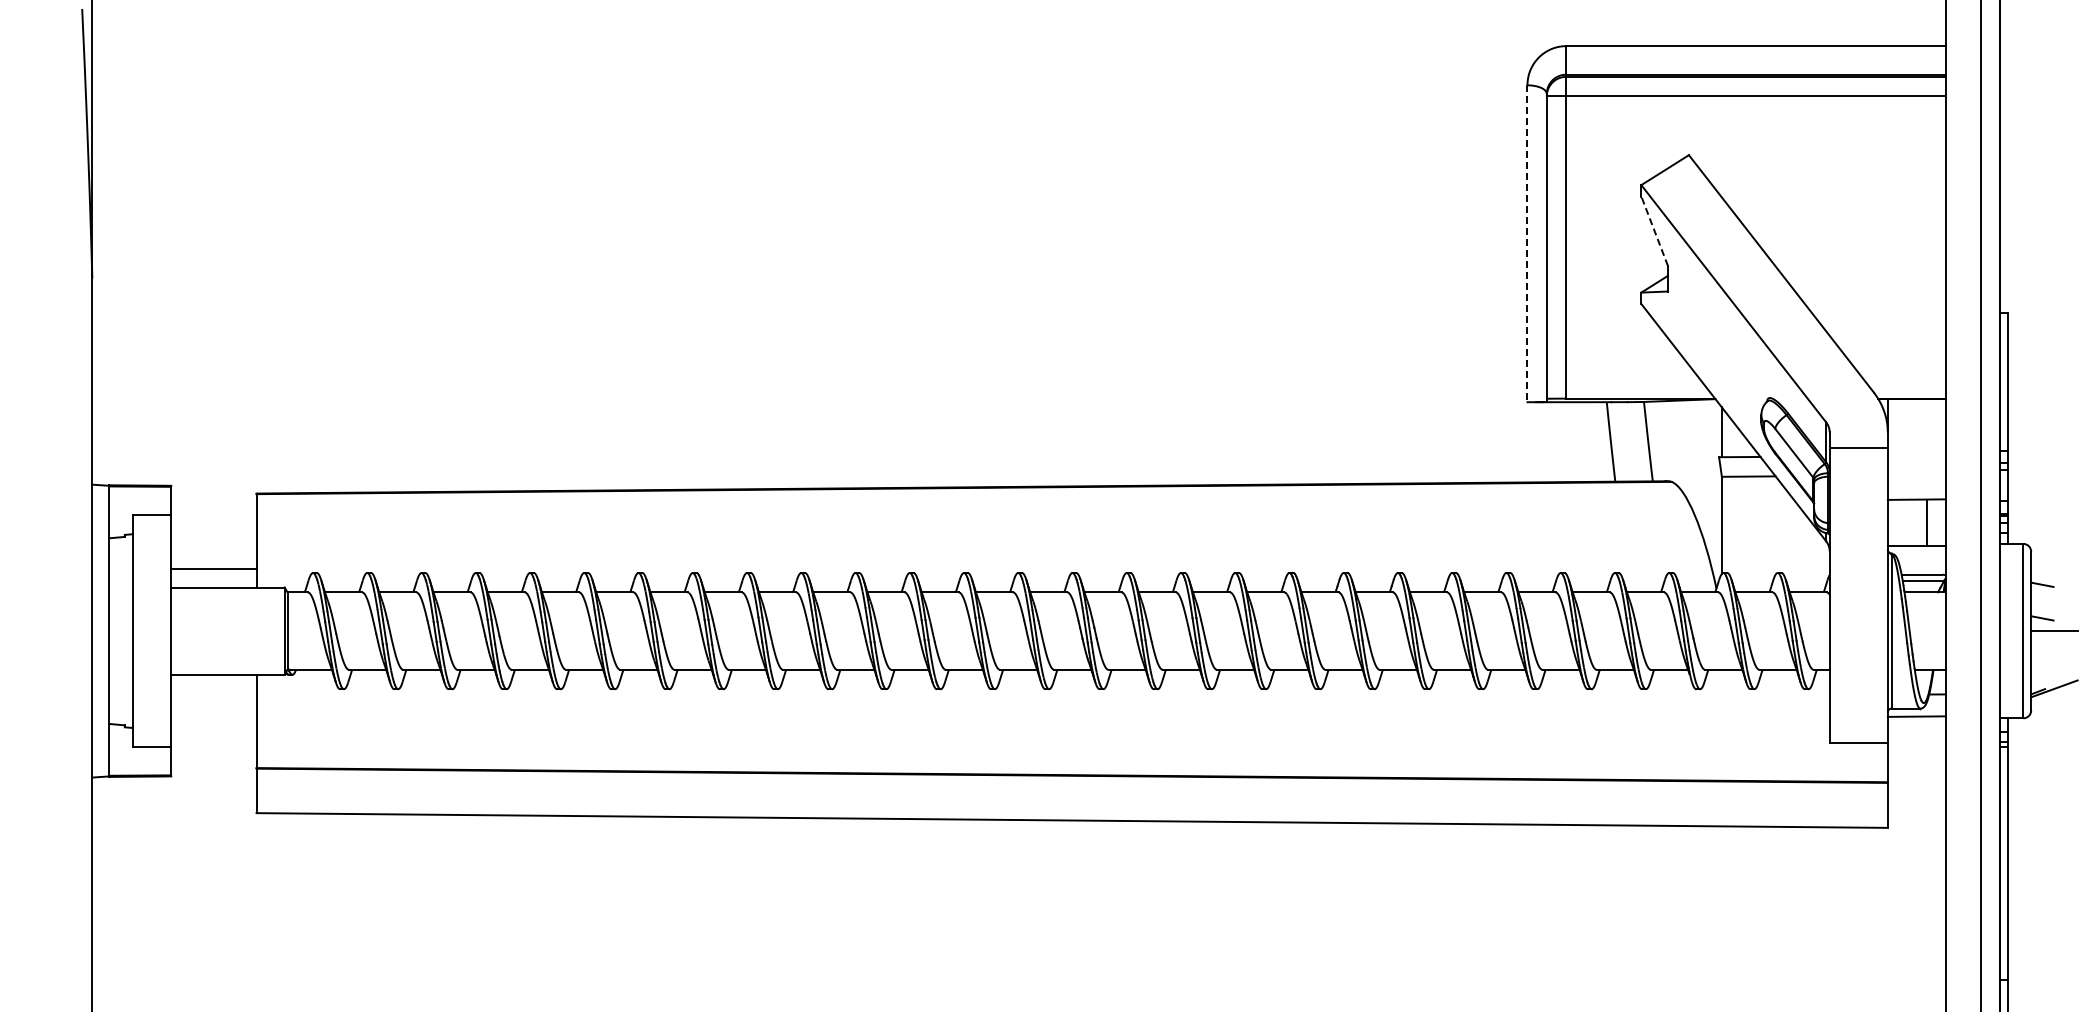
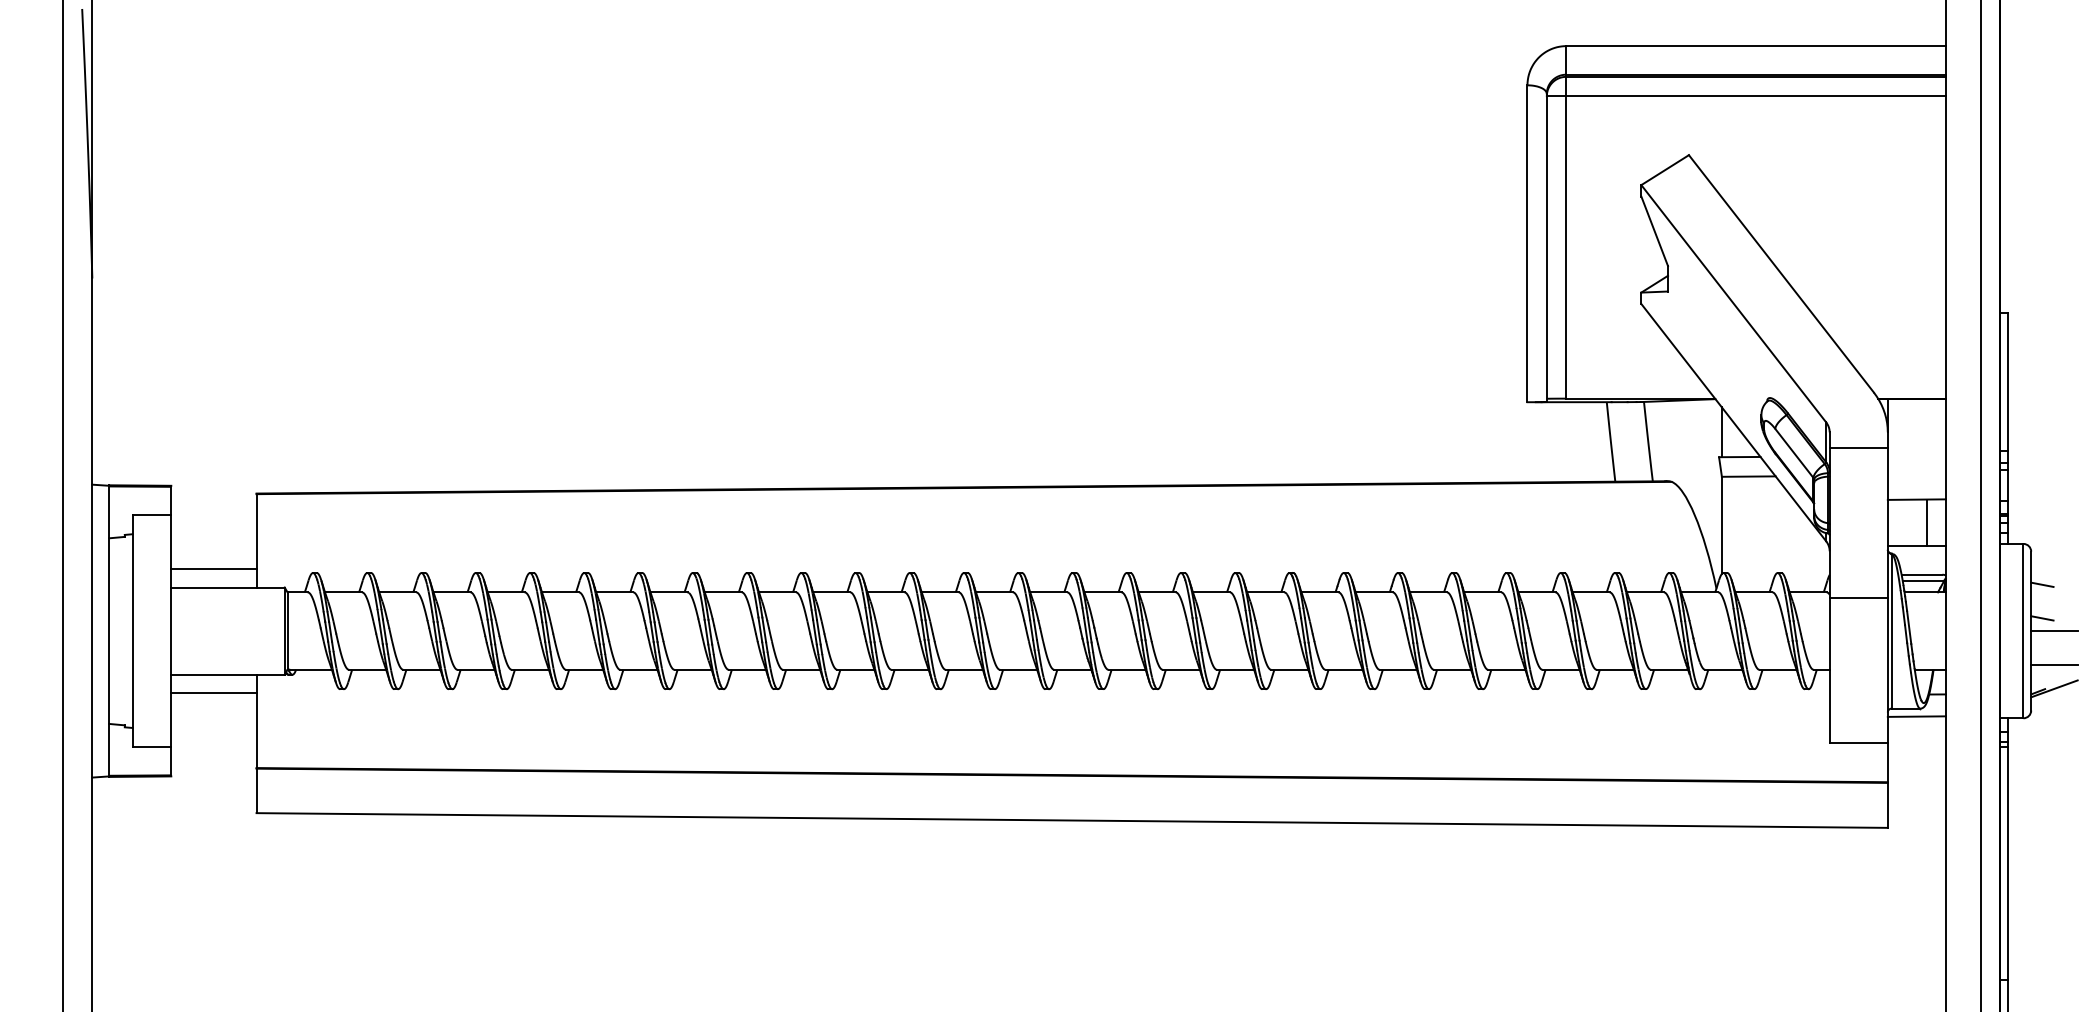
line at (1654, 230): dashed -> solid
line at (1527, 244): dashed -> solid
line at (62, 505): none -> present
line at (1858, 598): none -> present
line at (2054, 664): none -> present
line at (213, 693): none -> present
